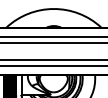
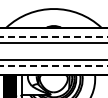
line at (53, 36): solid -> dashed
line at (53, 66): solid -> dashed
